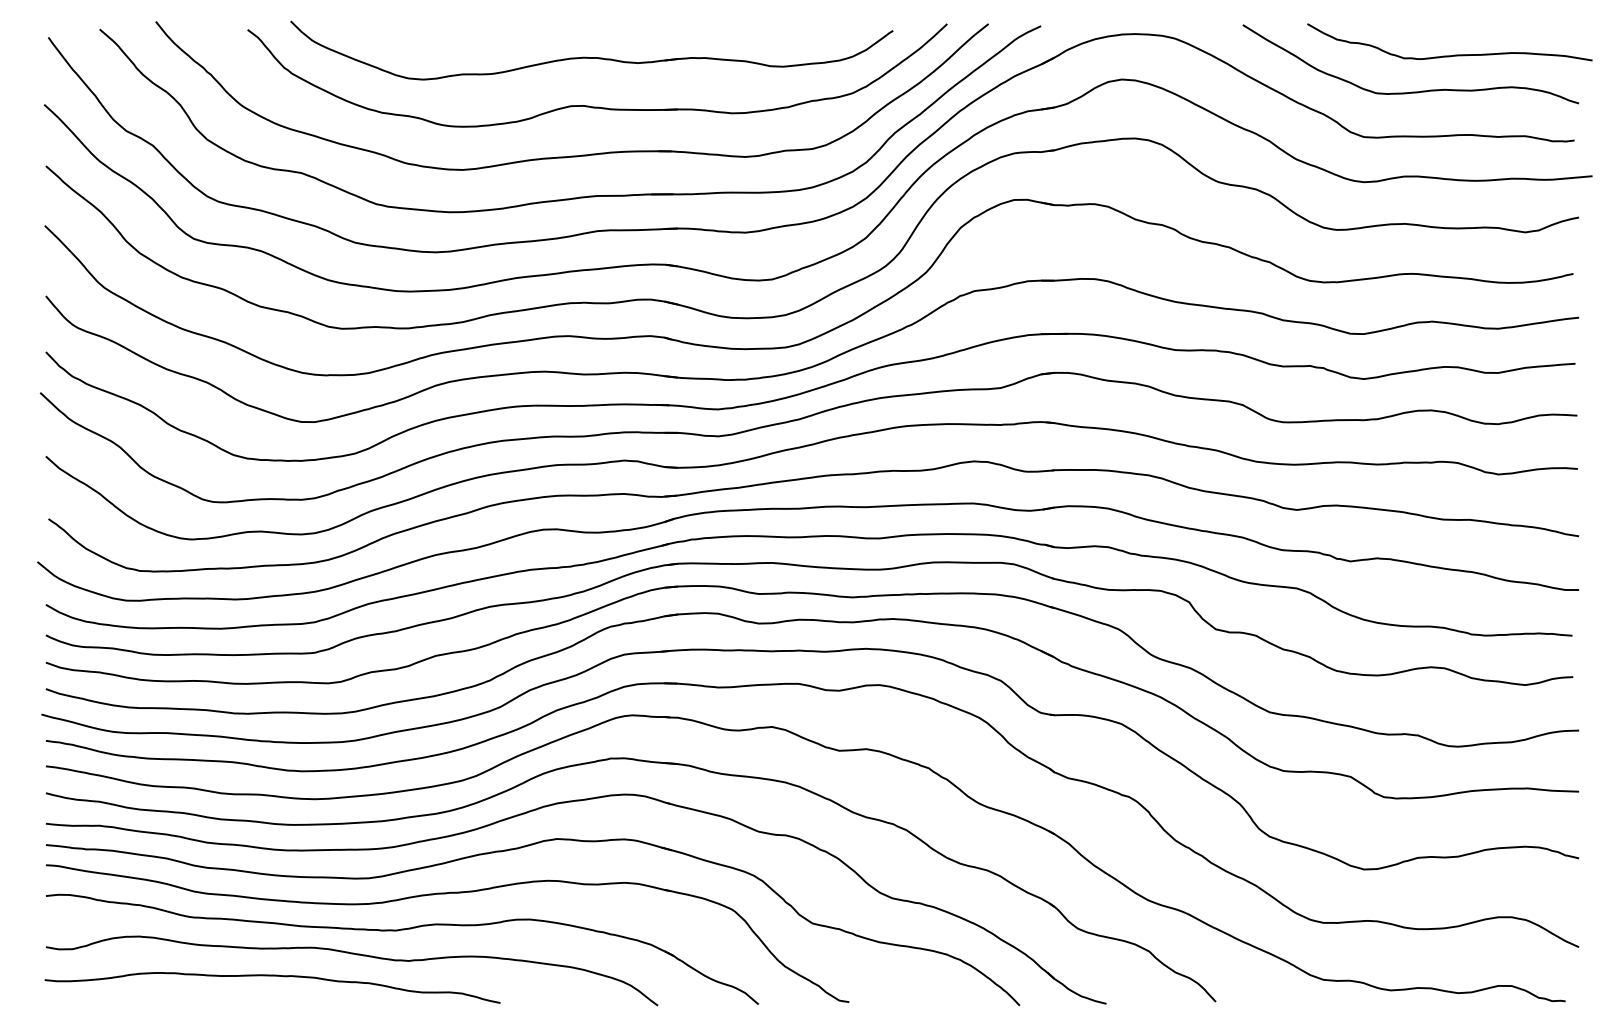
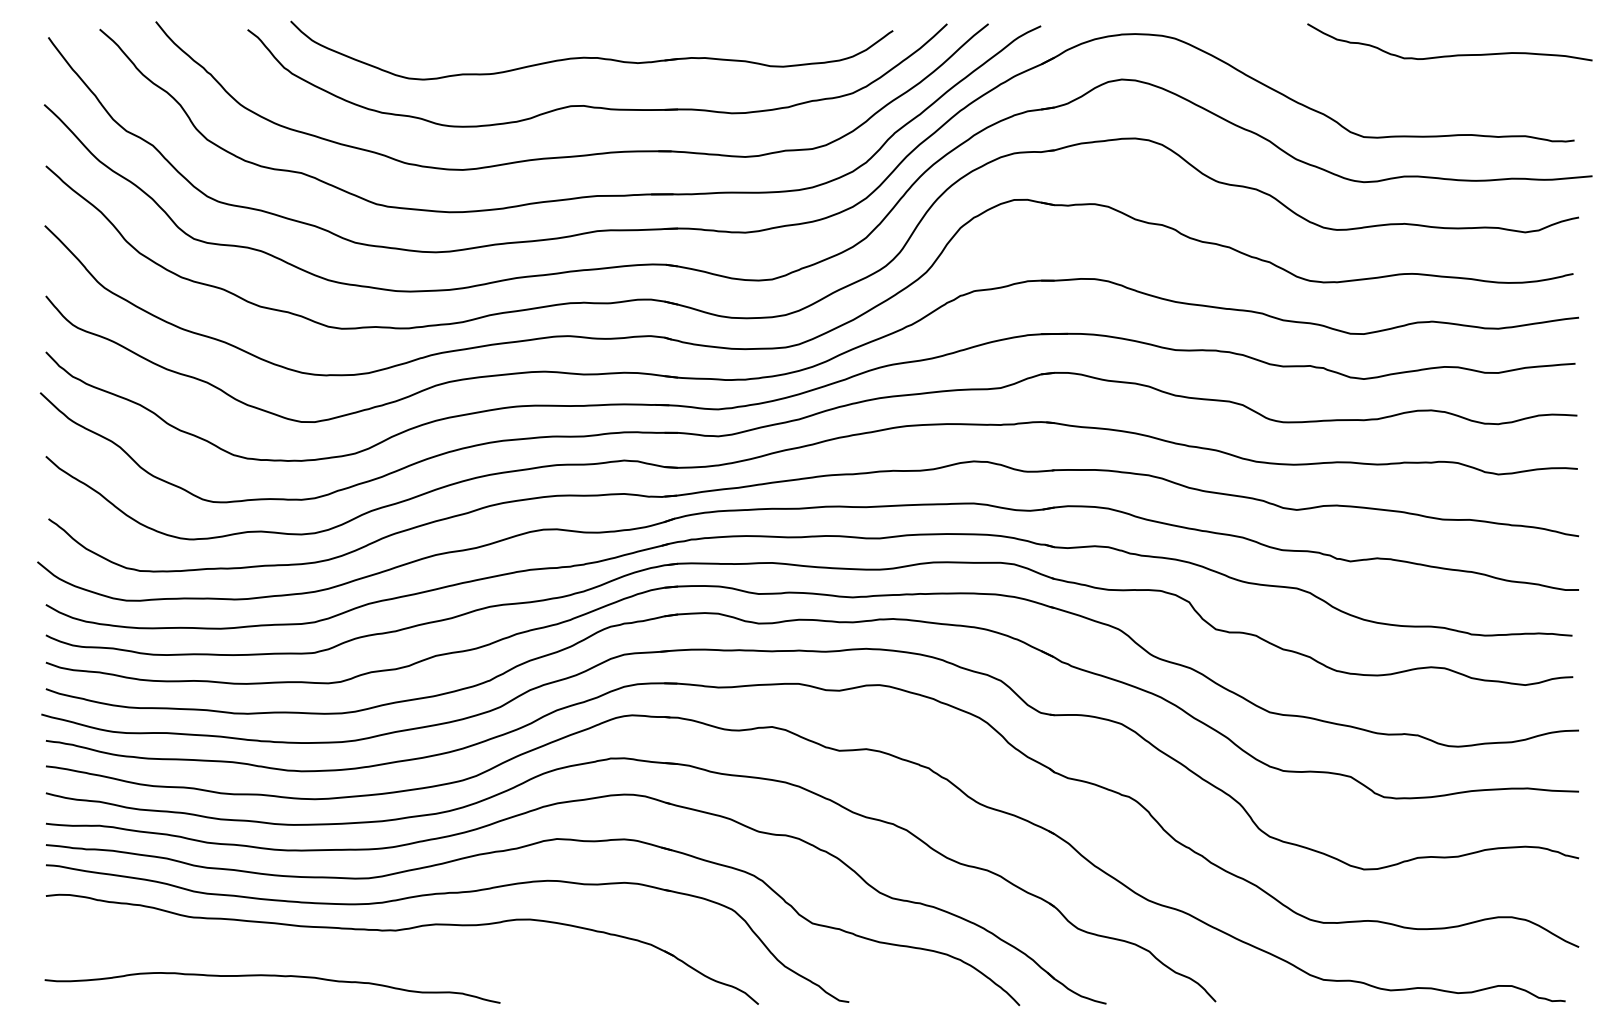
curve at (1411, 91): present -> none
curve at (356, 955): present -> none
